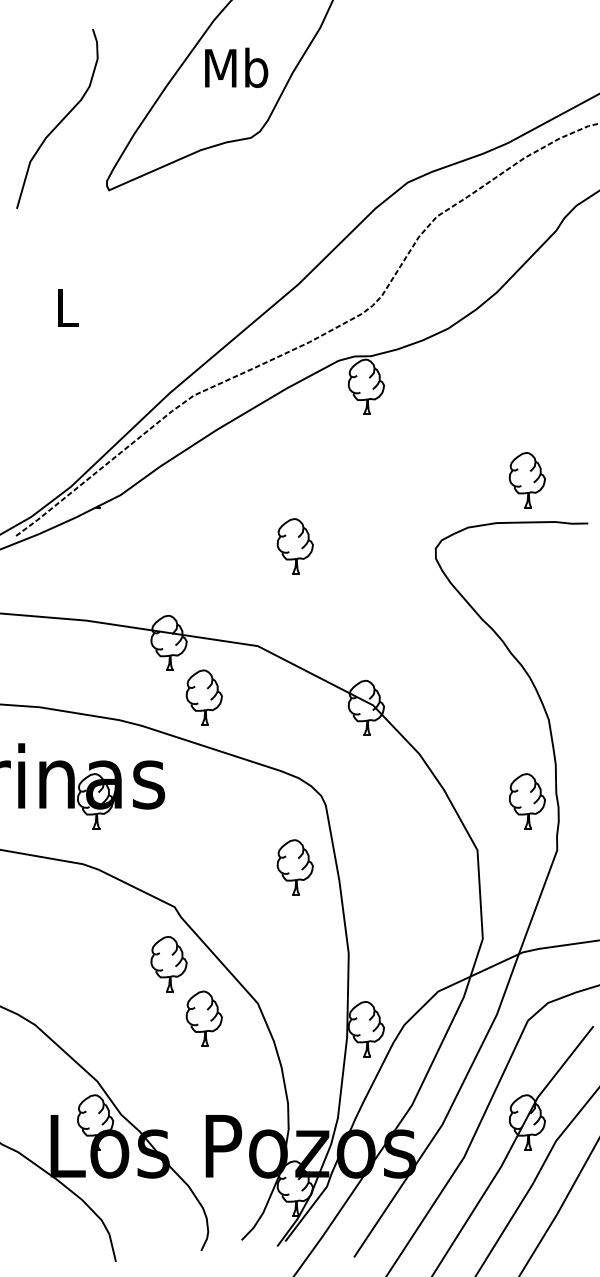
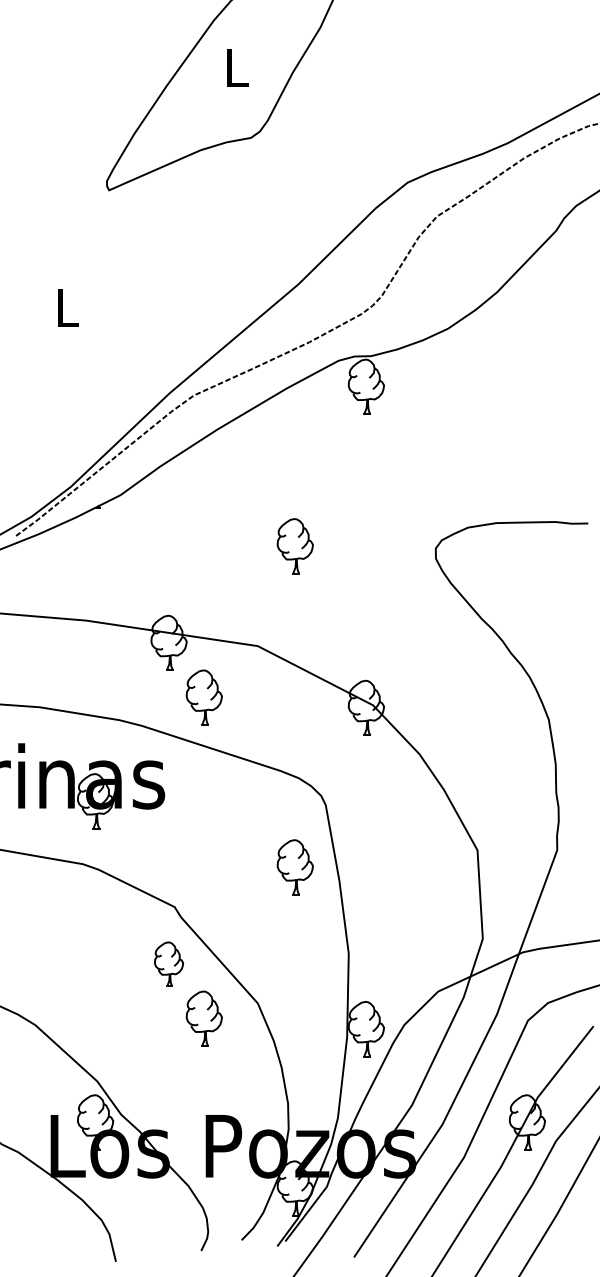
text at (236, 67): Mb -> L
curve at (60, 120): present -> none
part at (527, 480): present -> none
part at (527, 801): present -> none
part at (168, 964) size: 38x57 px -> 31x46 px
